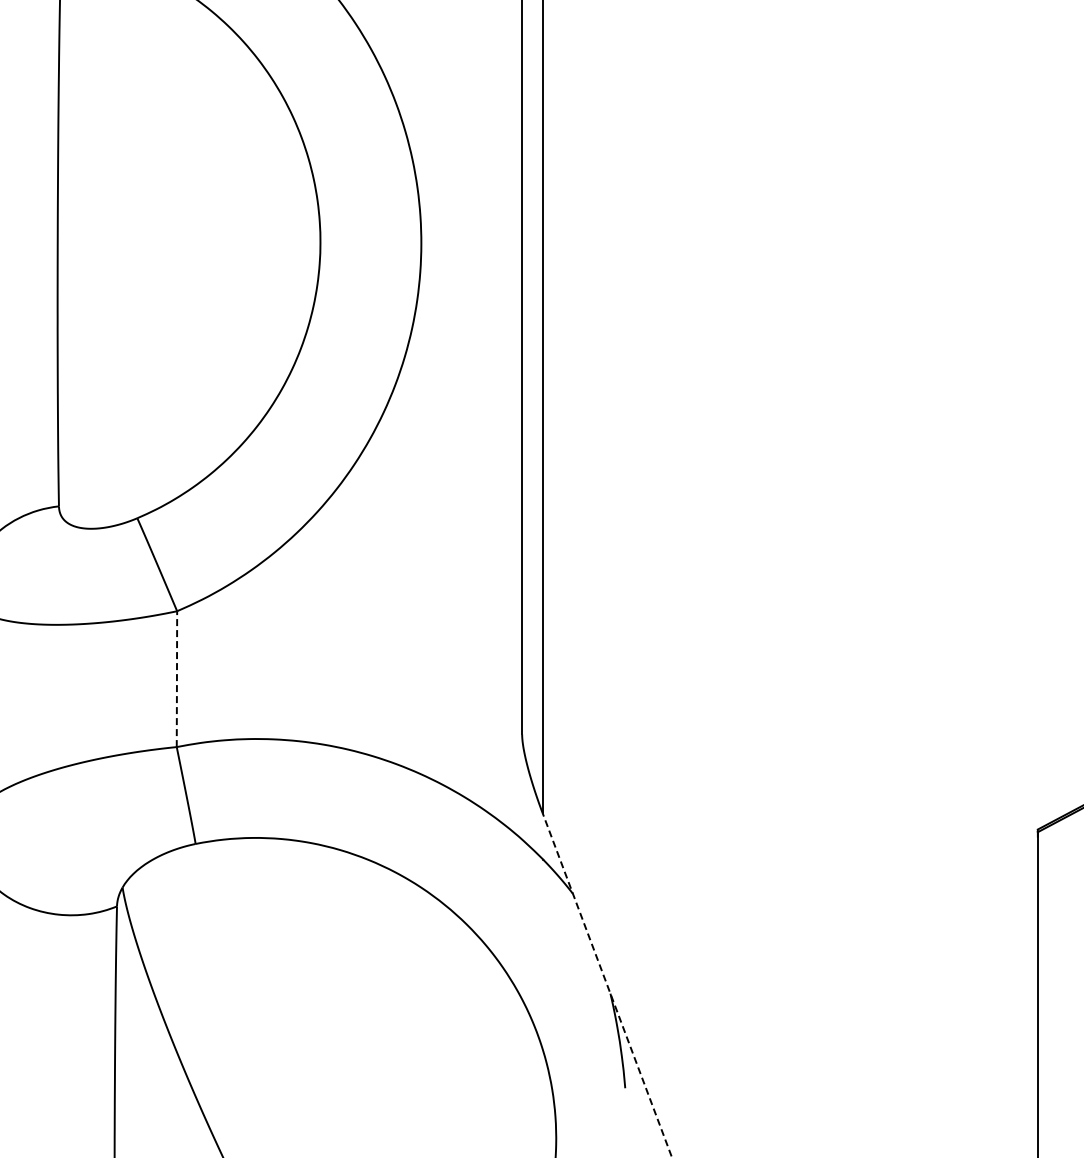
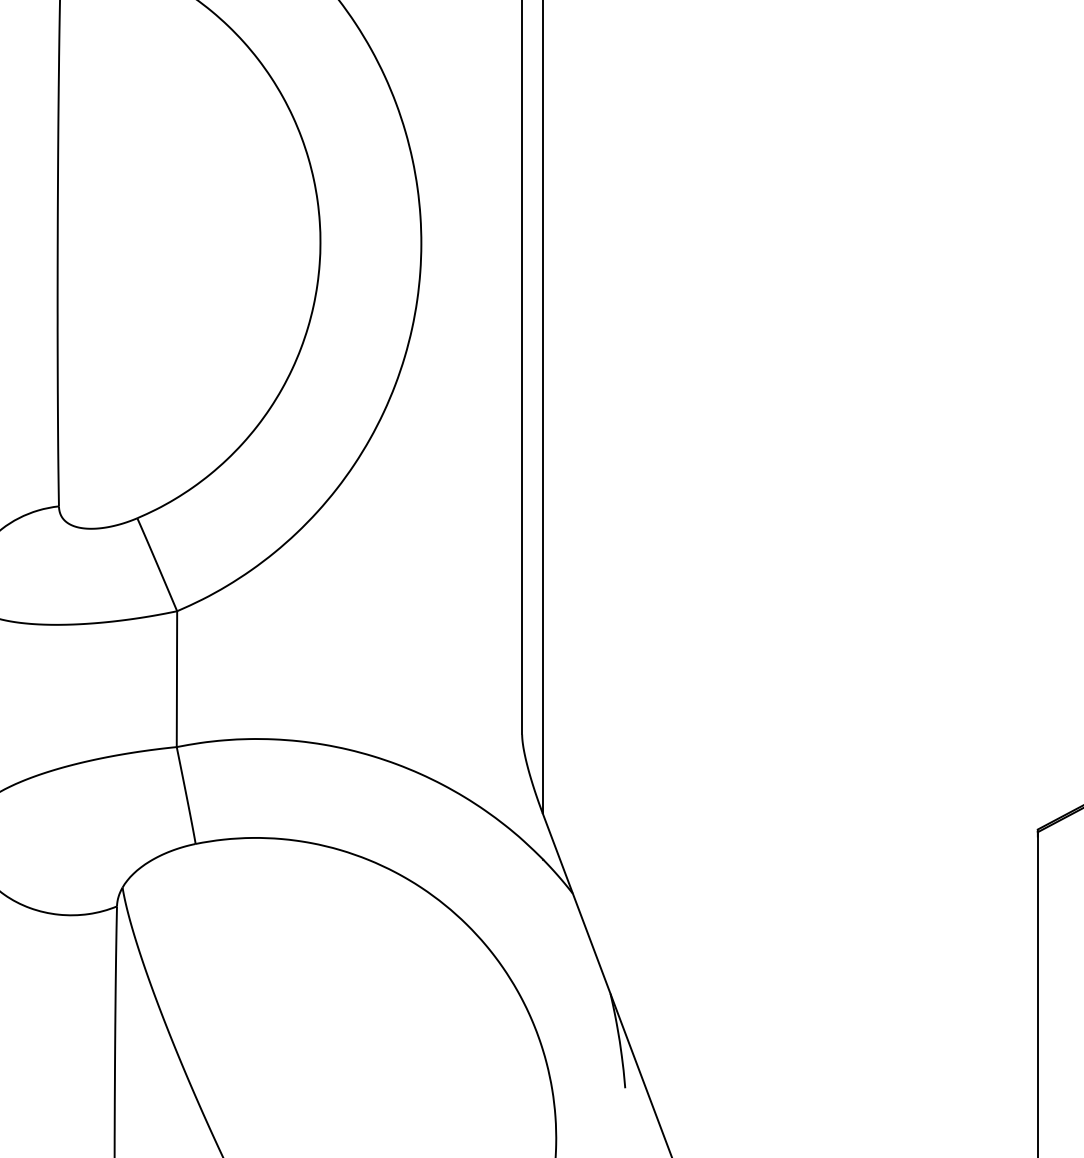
line at (176, 679): dashed -> solid
line at (607, 985): dashed -> solid
